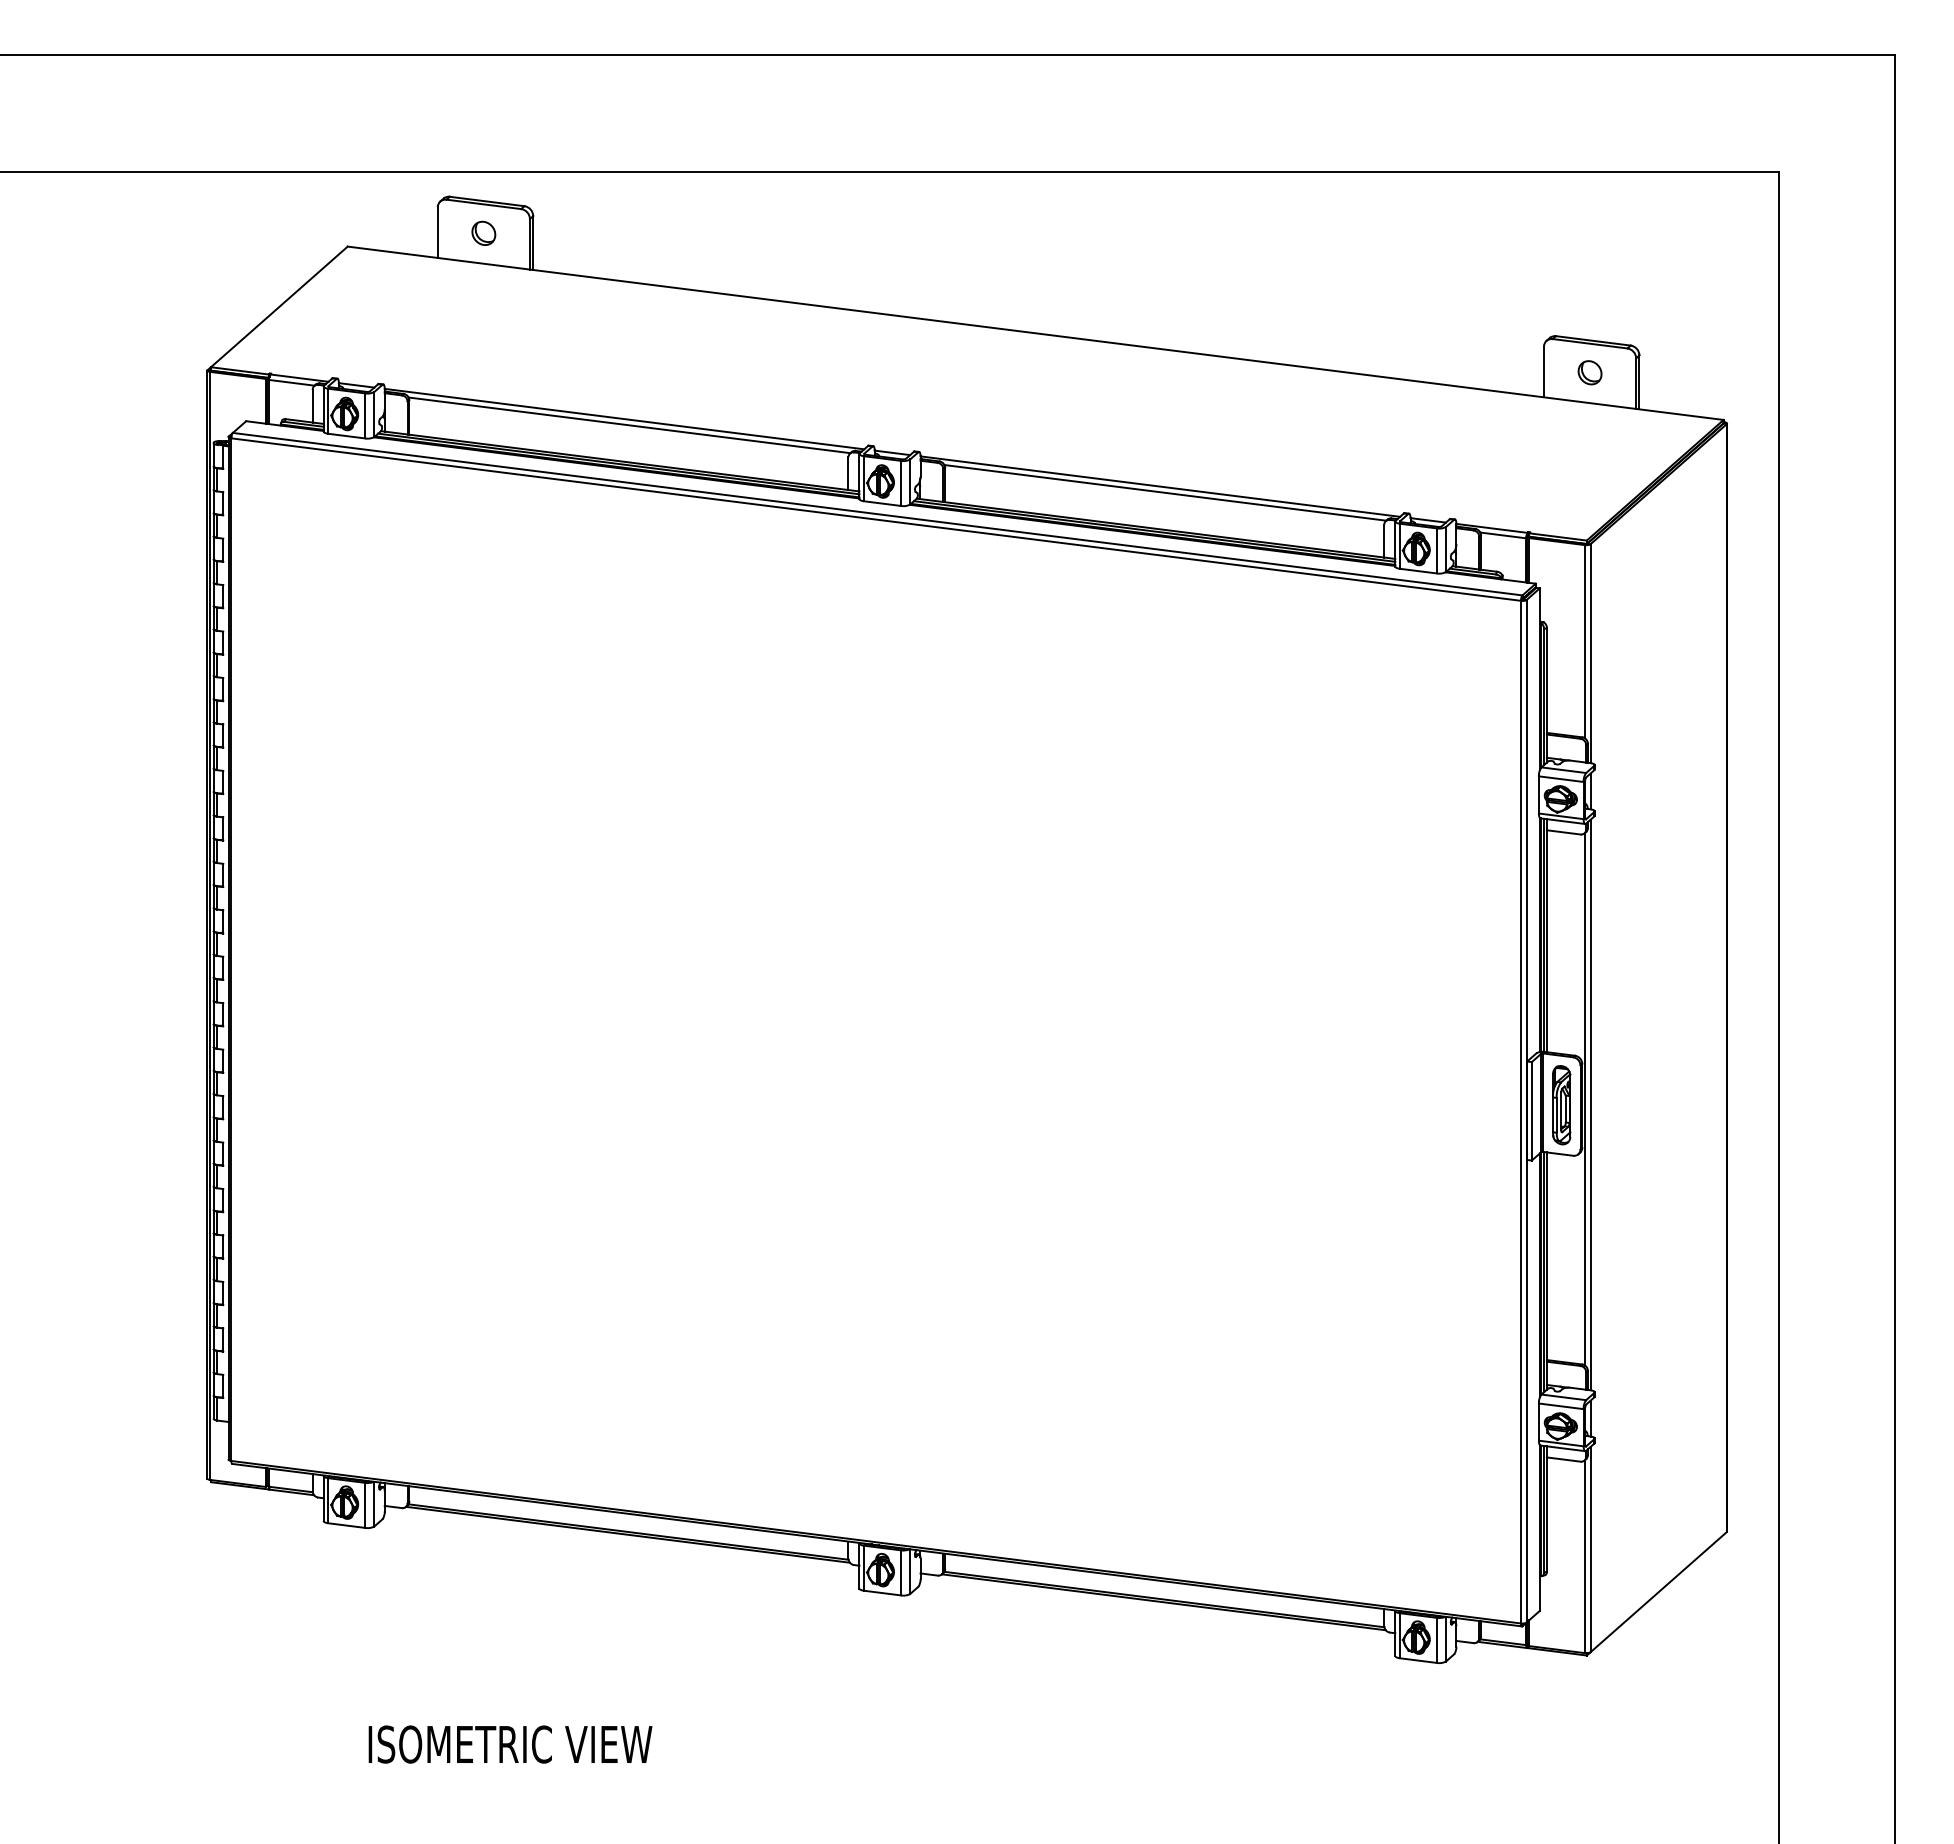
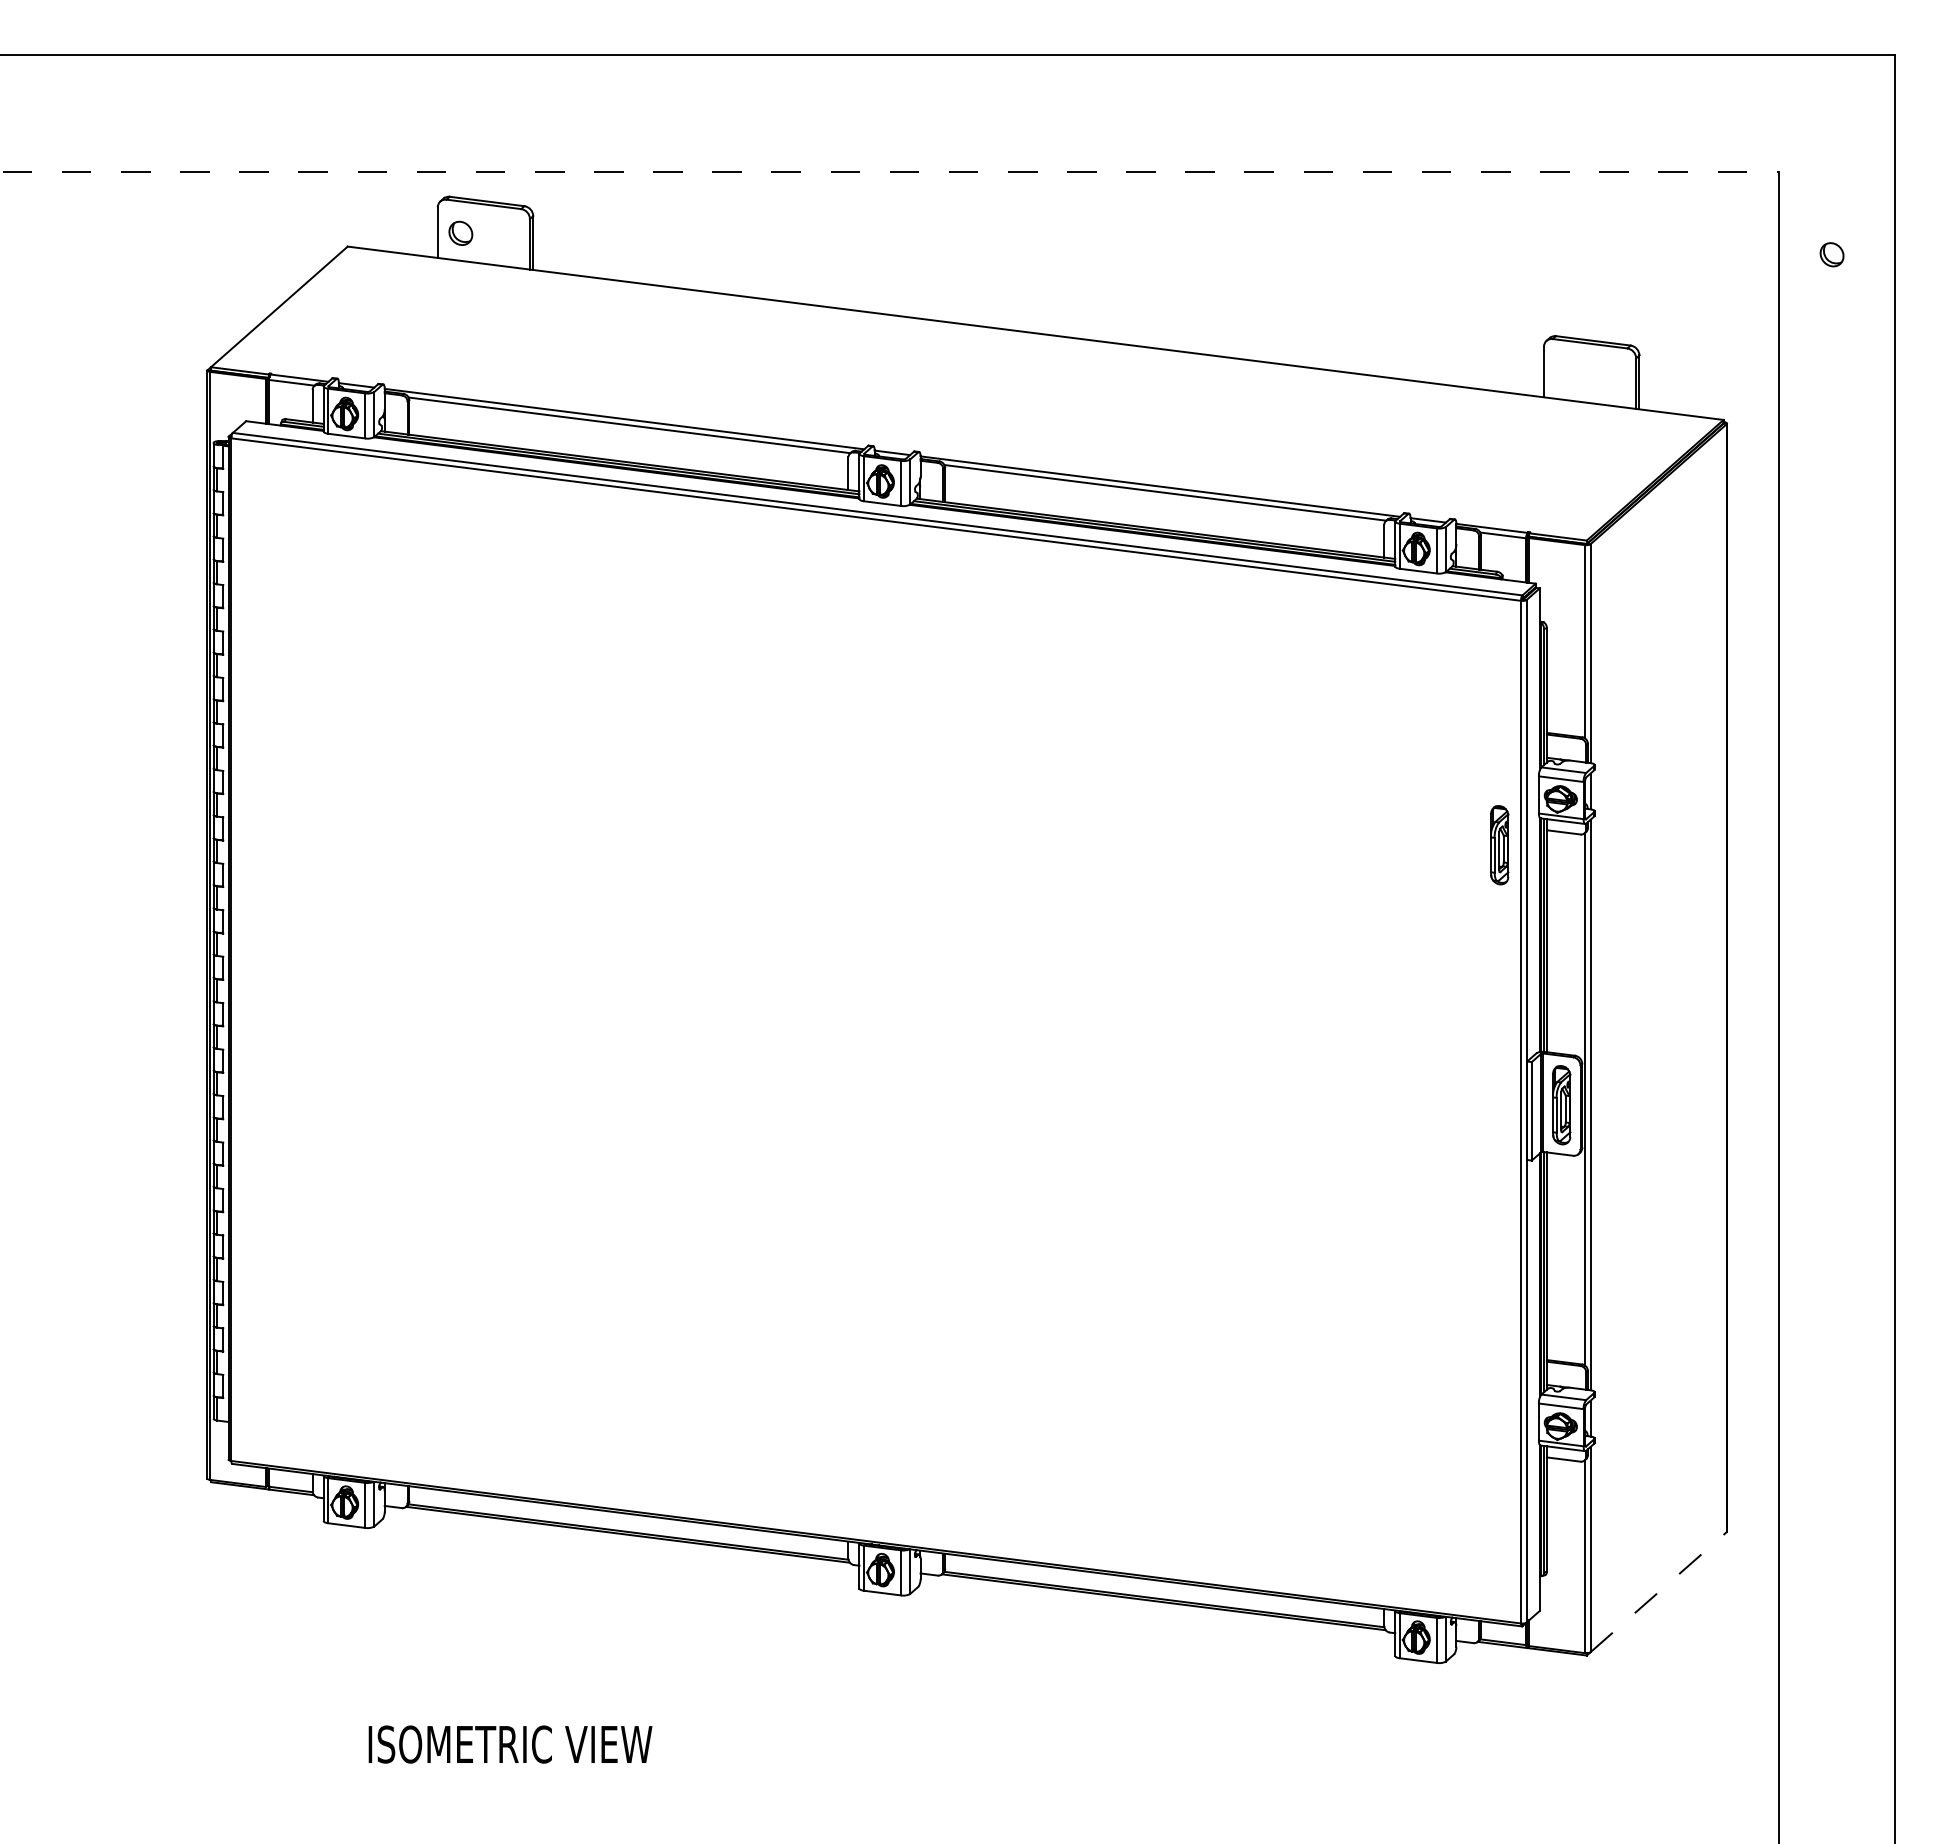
line at (889, 171): solid -> dashed
part at (483, 232) position: (483, 232) -> (460, 232)
part at (1589, 372) position: (1589, 372) -> (1831, 254)
part at (1499, 845): none -> present
line at (1658, 1592): solid -> dashed
